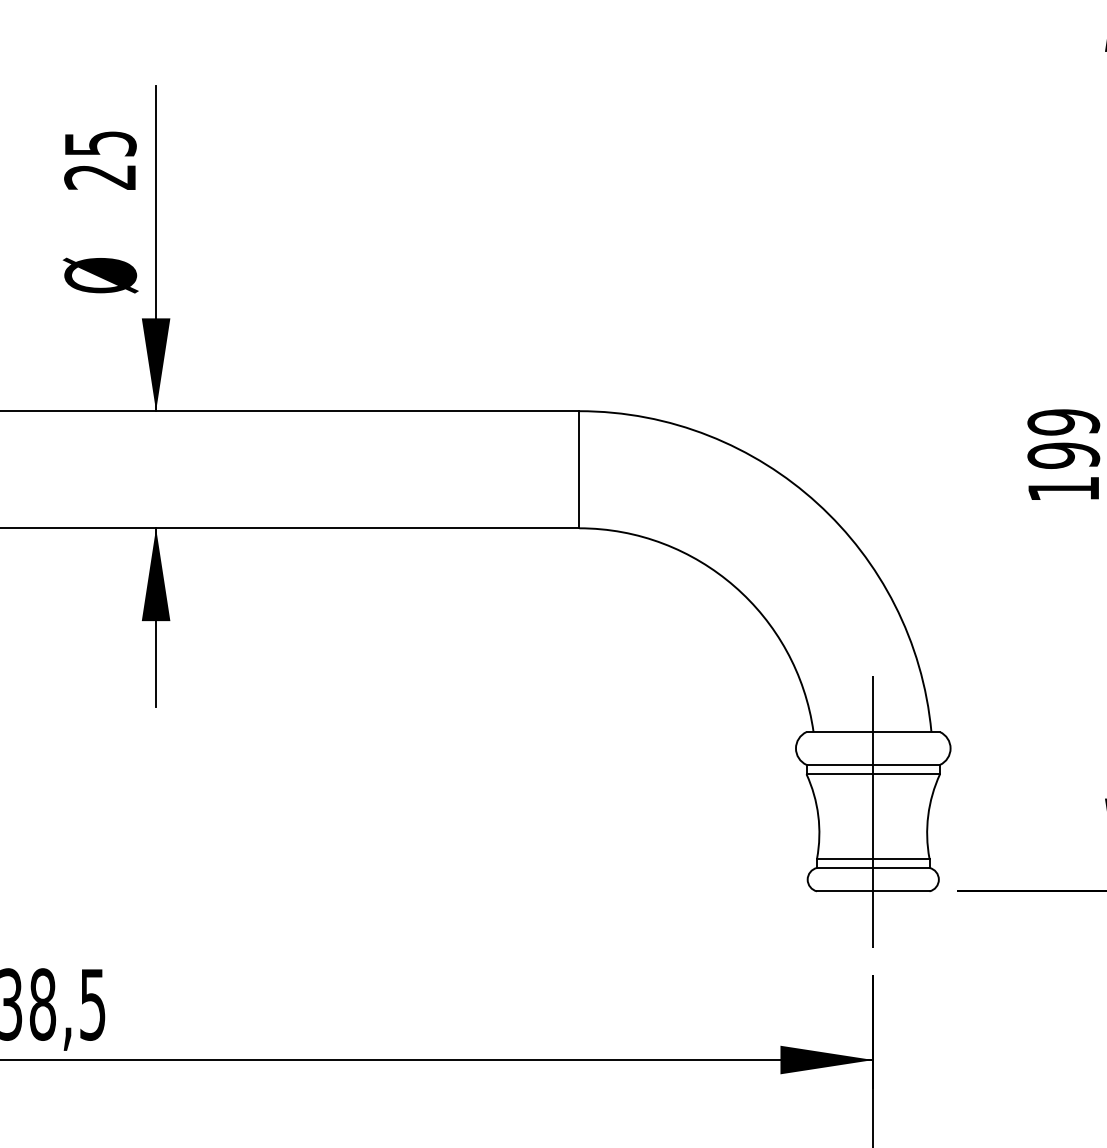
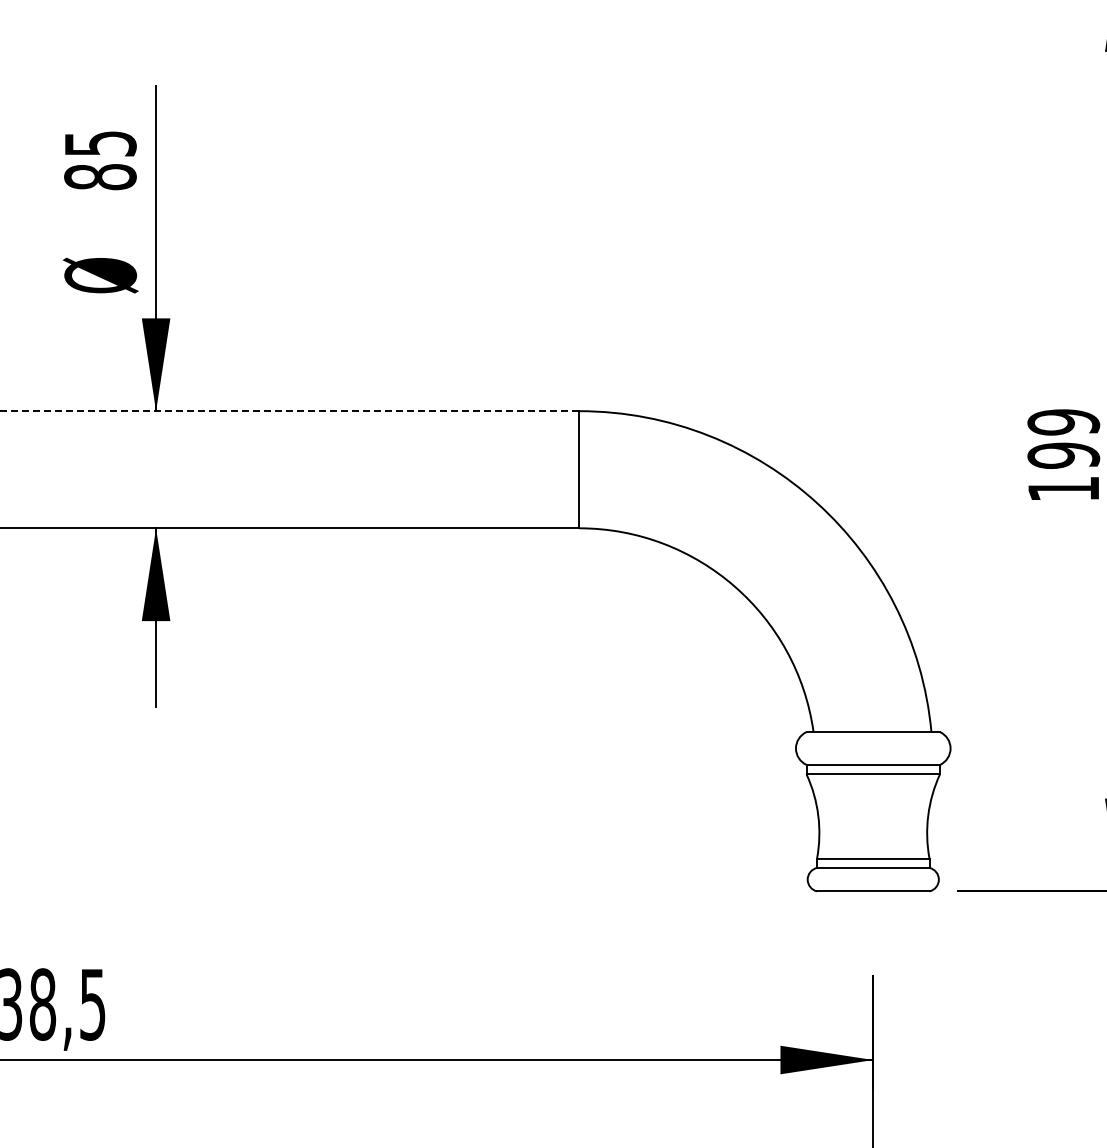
text at (100, 177): 25 -> 85
line at (289, 411): solid -> dashed
line at (873, 811): present -> none
